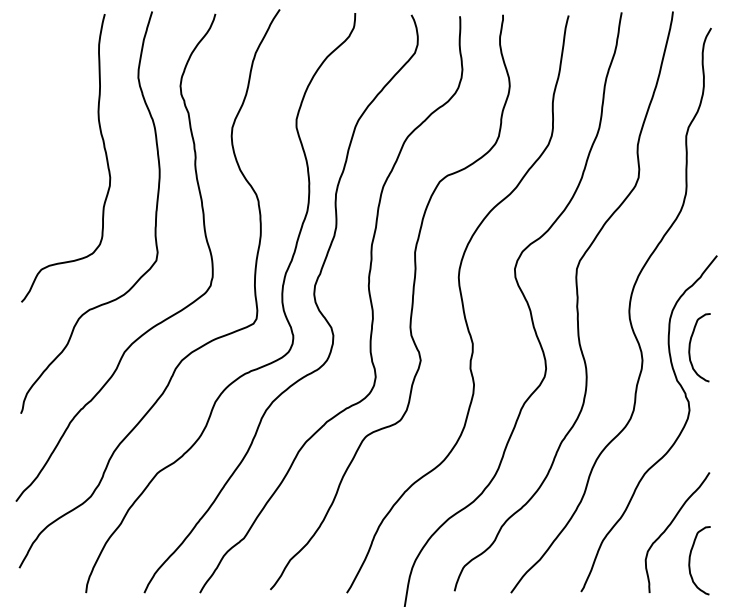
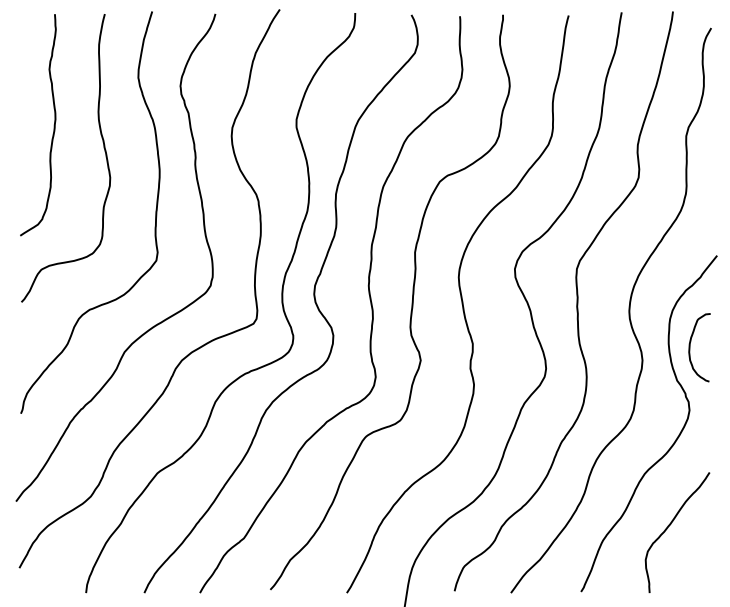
curve at (53, 125): none -> present
curve at (690, 560): present -> none
